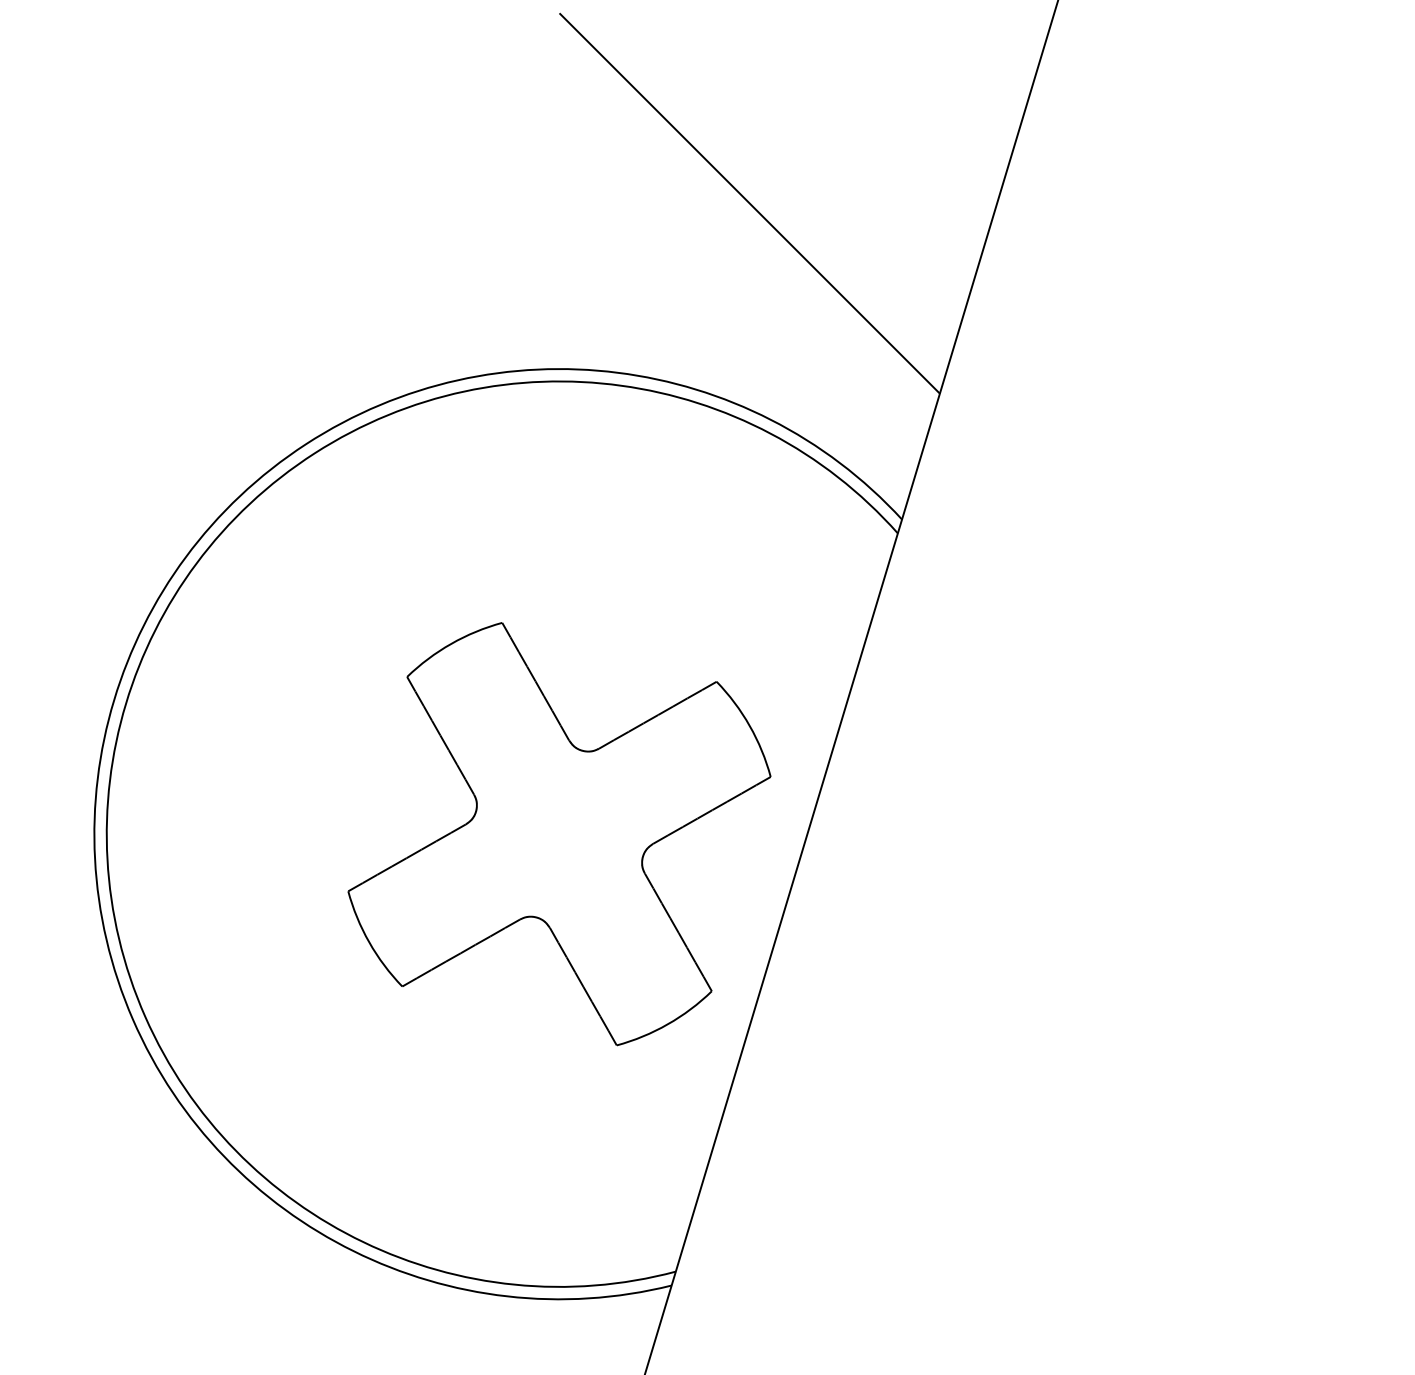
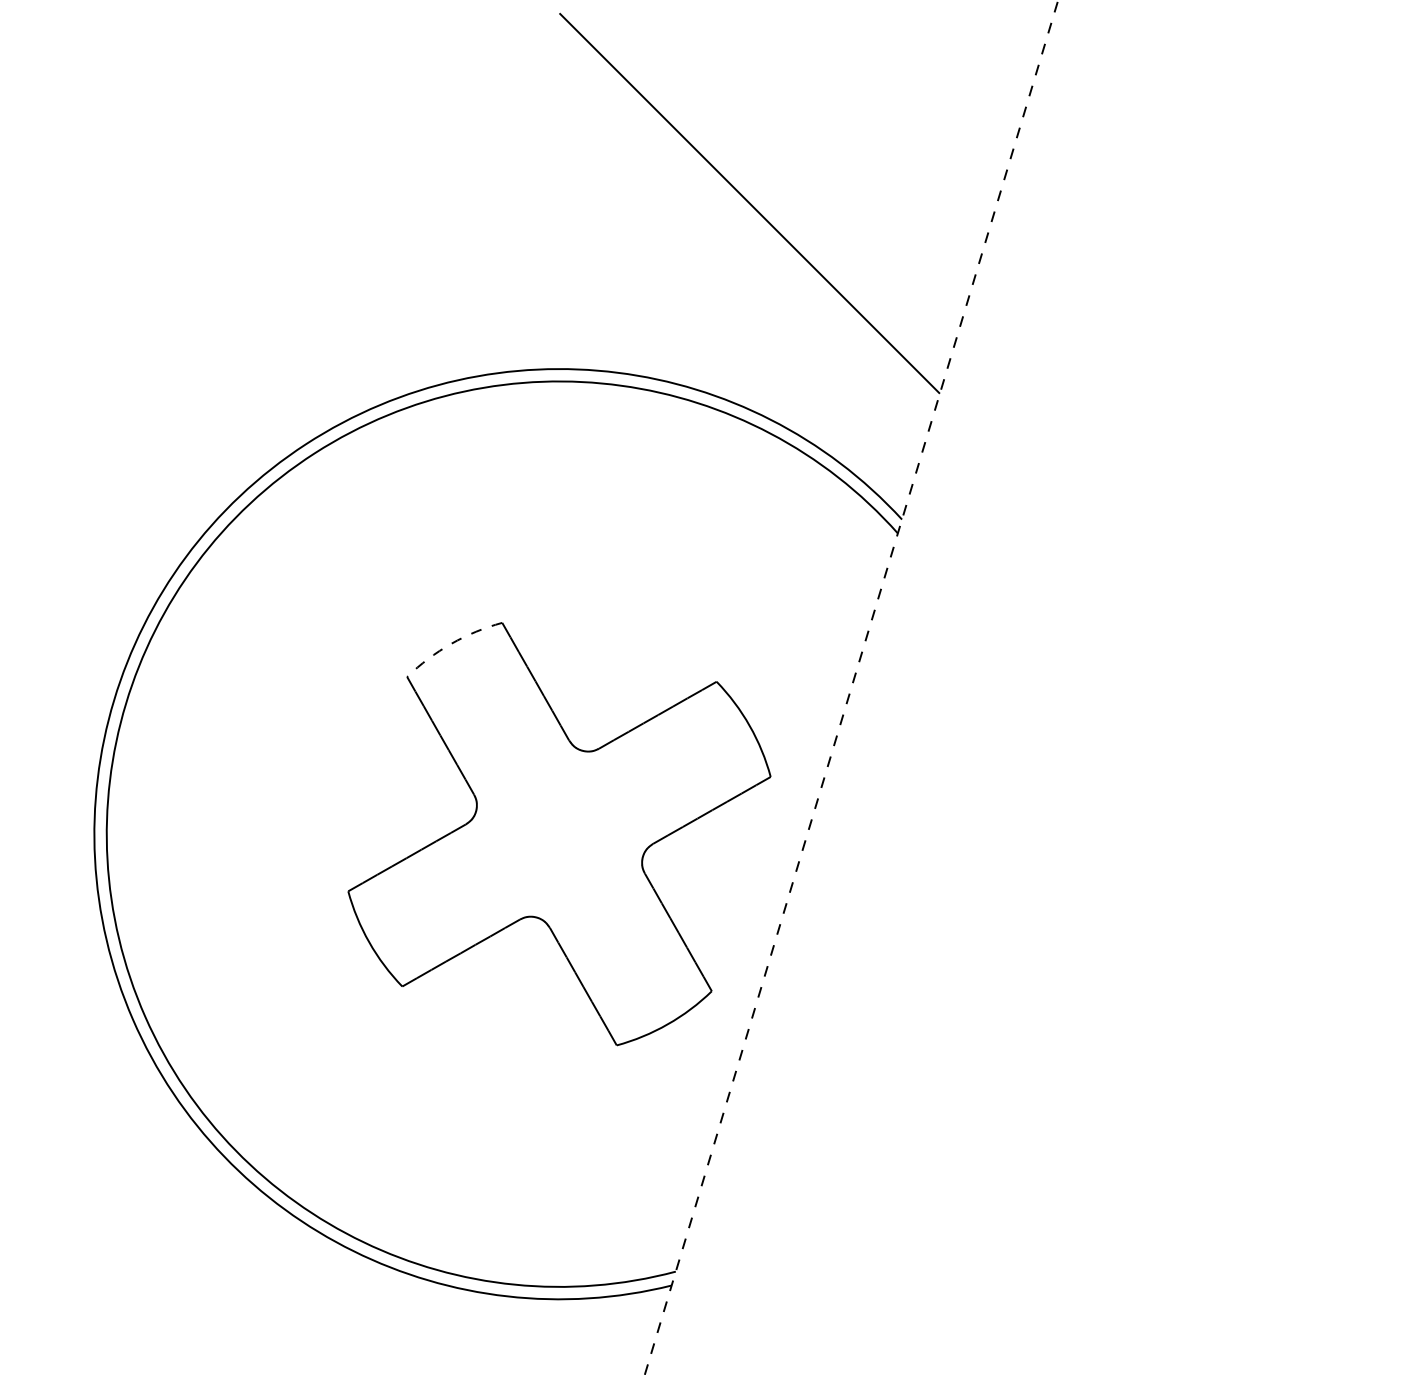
line at (451, 643): solid -> dashed
line at (851, 687): solid -> dashed
